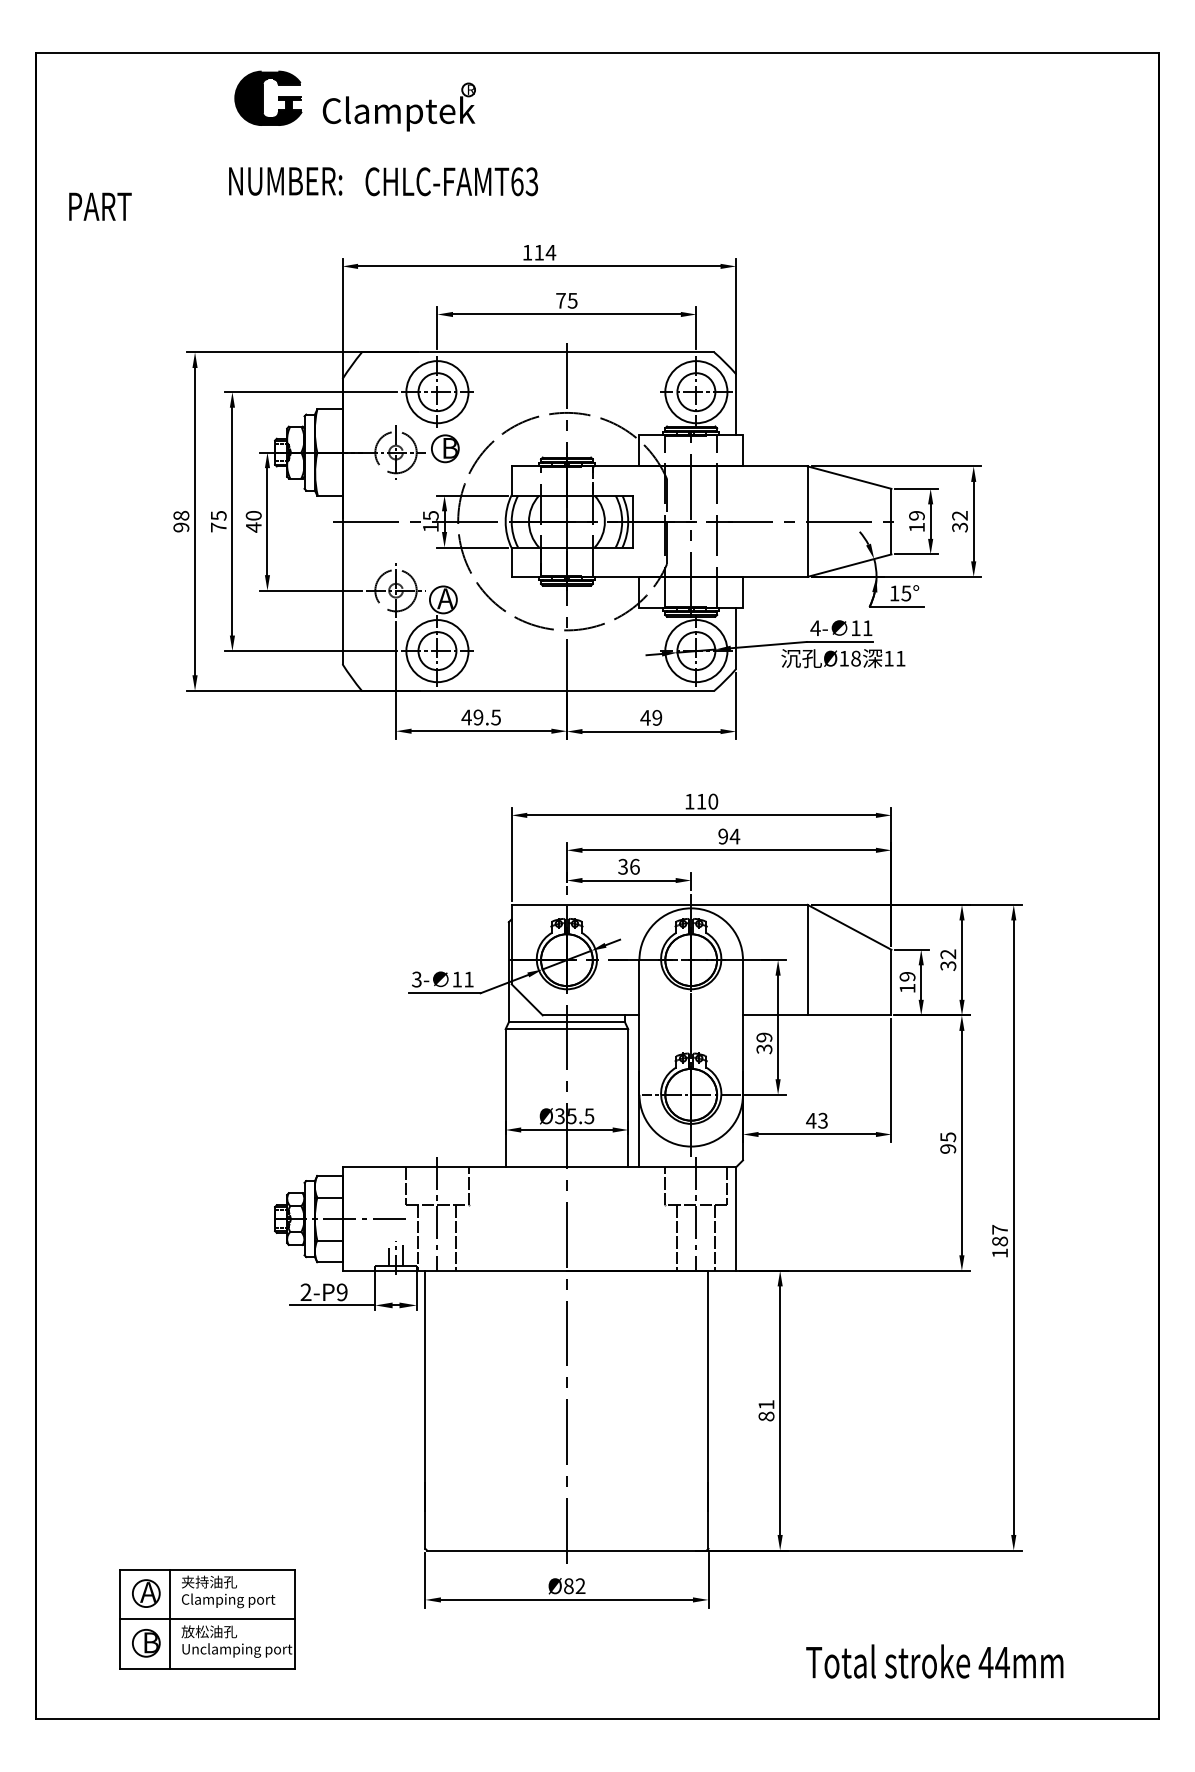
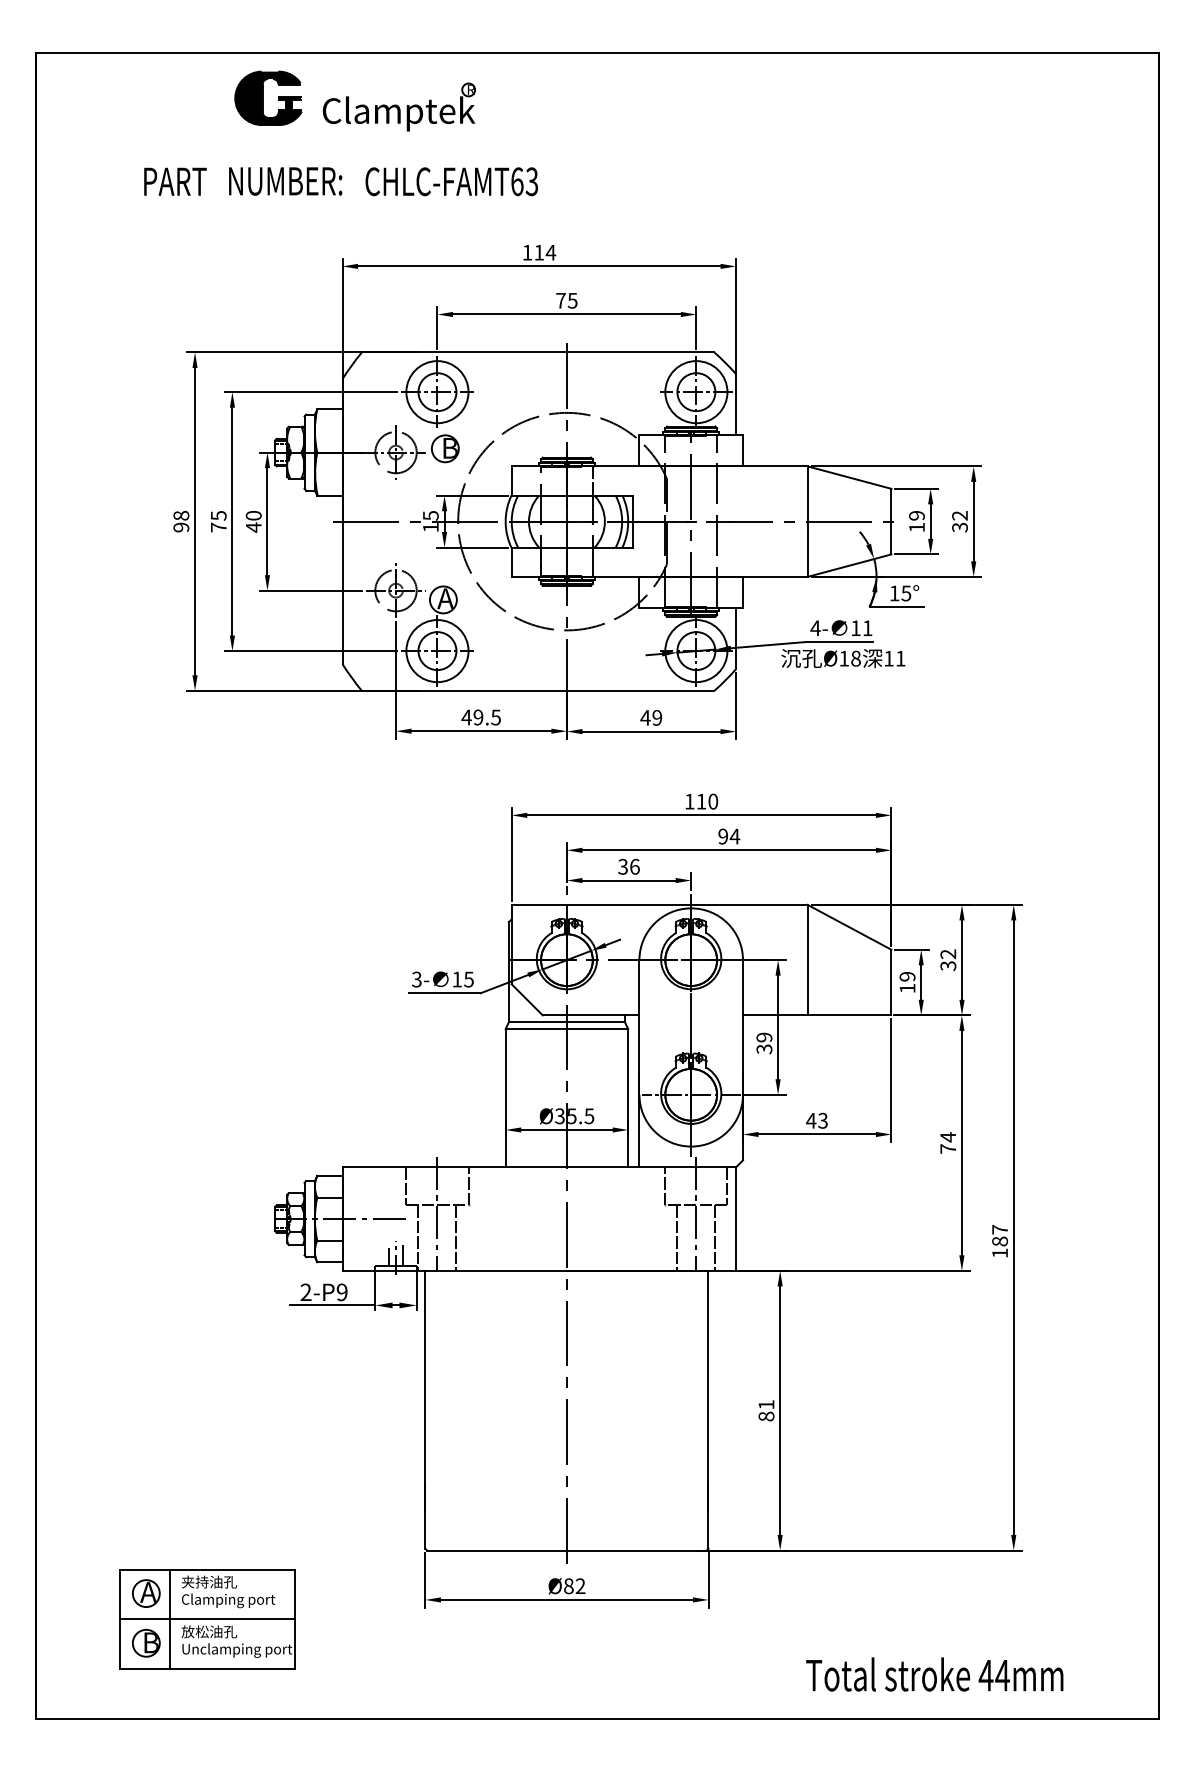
text at (100, 206) position: (100, 206) -> (175, 181)
text at (468, 979): 11 -> 15
text at (948, 1142): 95 -> 74
text at (934, 1661) position: (934, 1661) -> (934, 1674)
